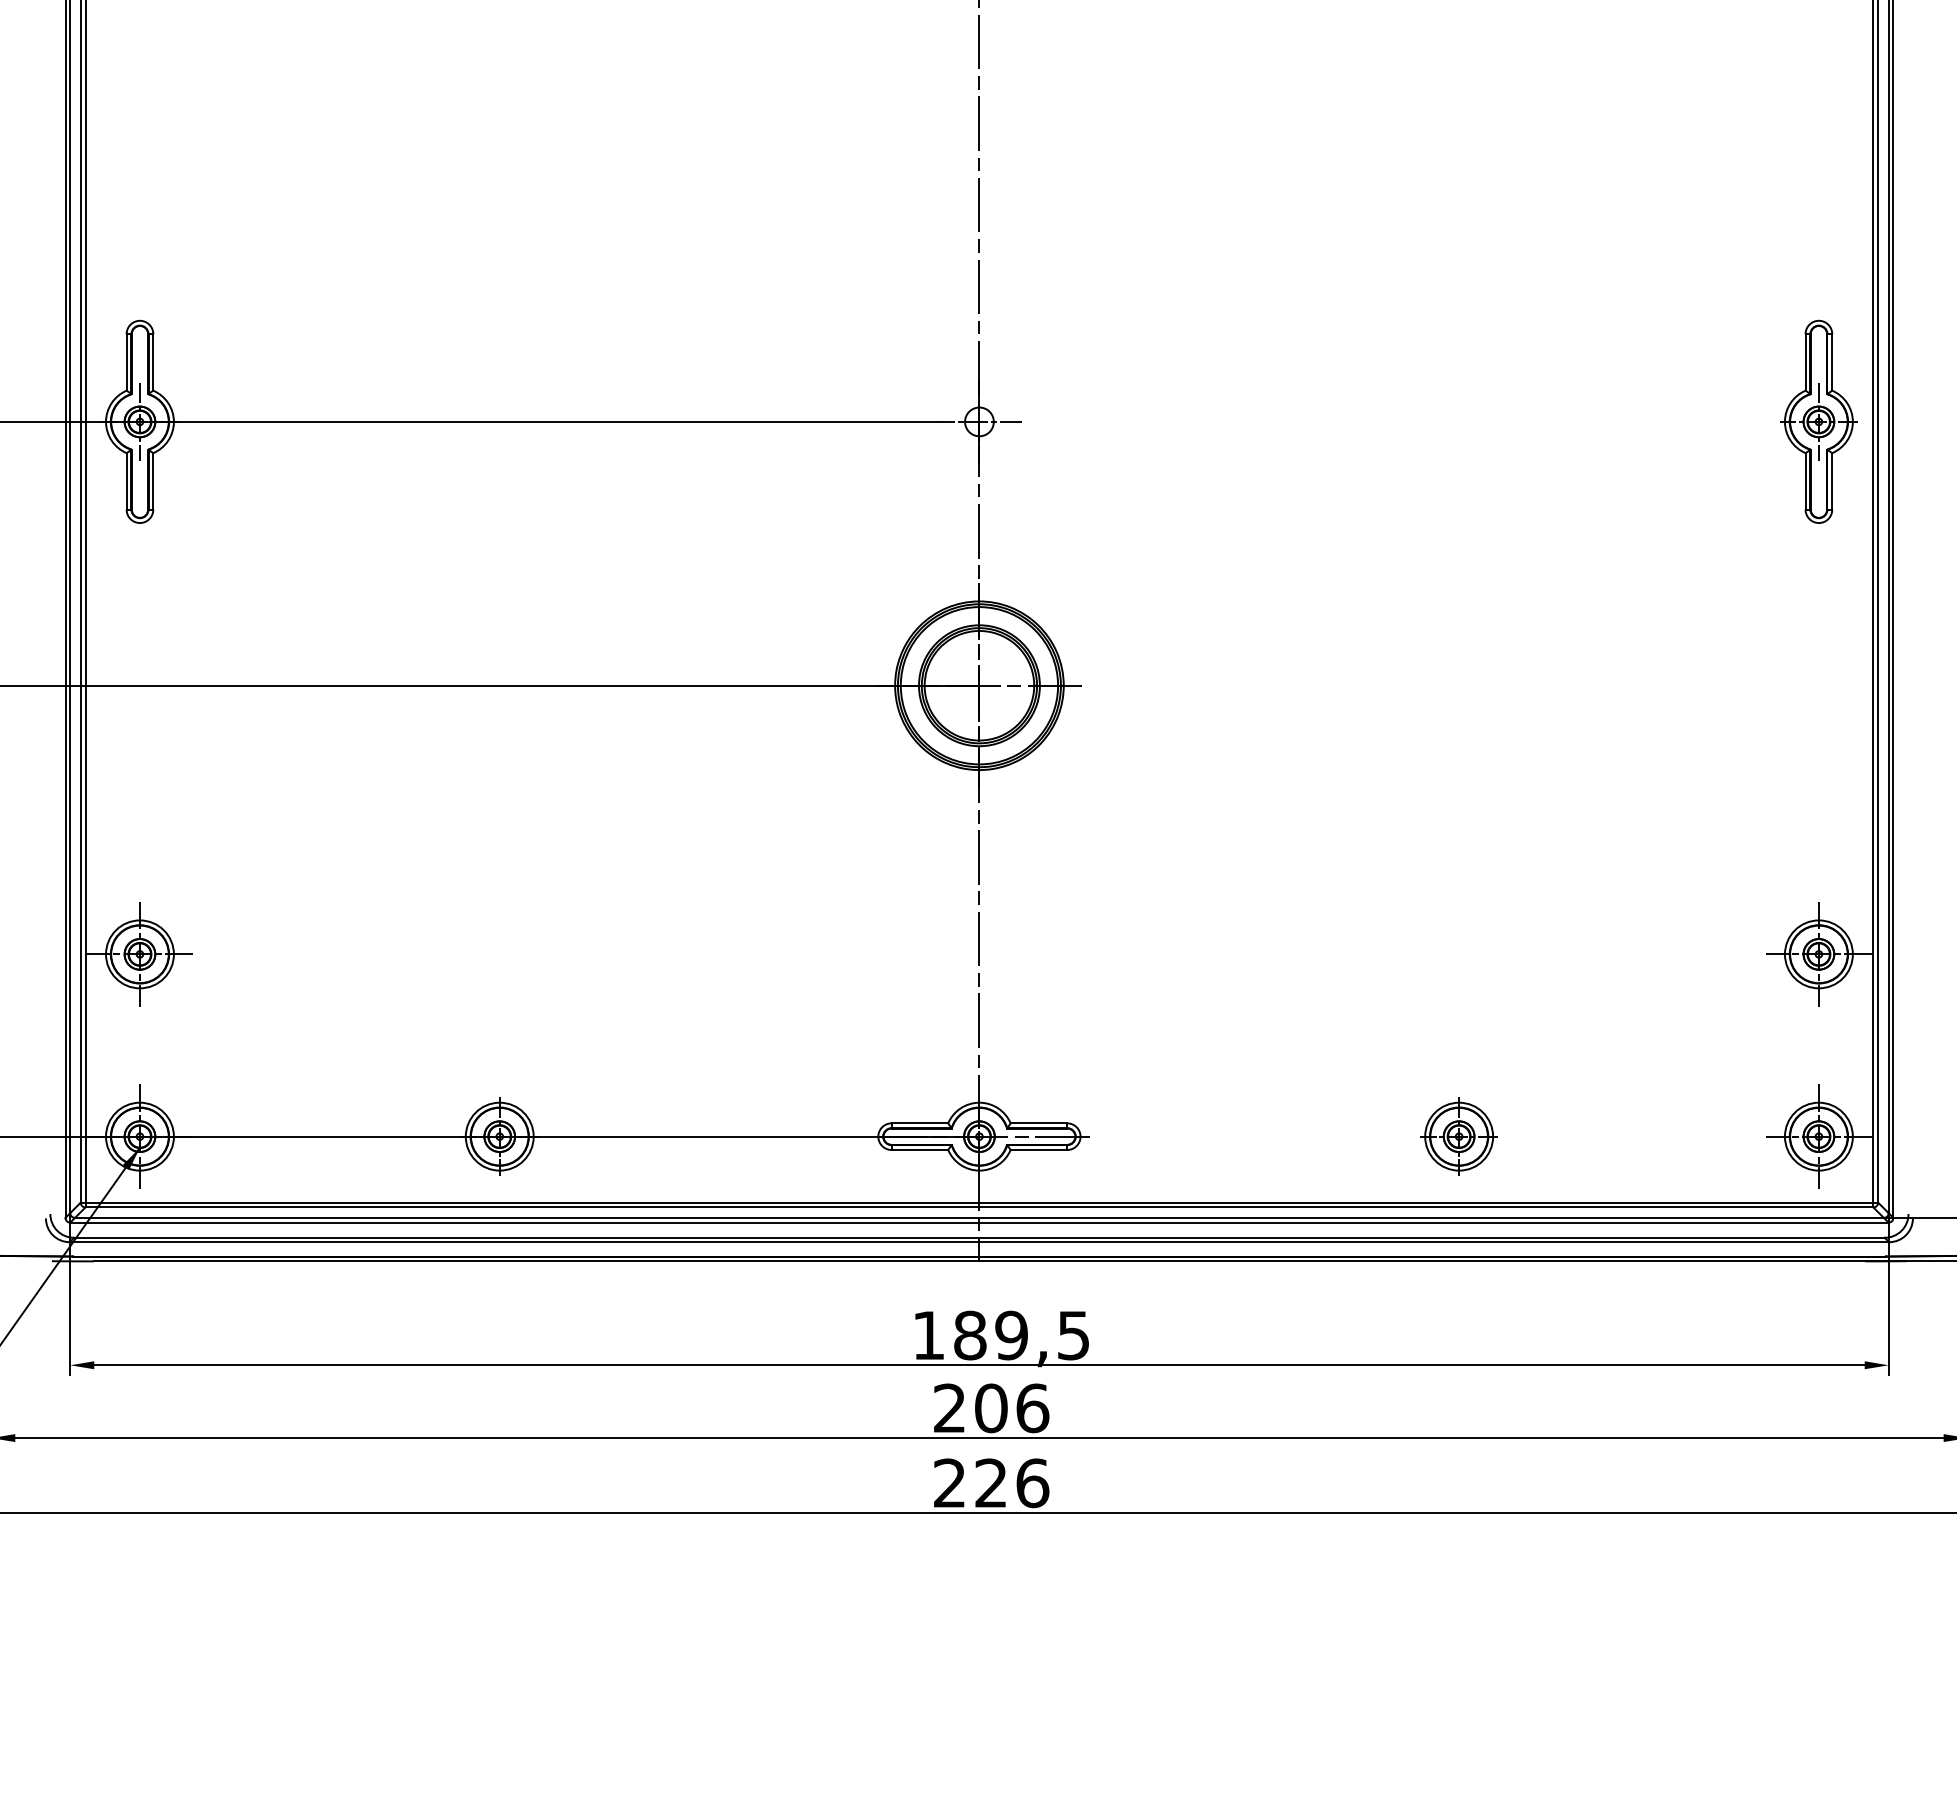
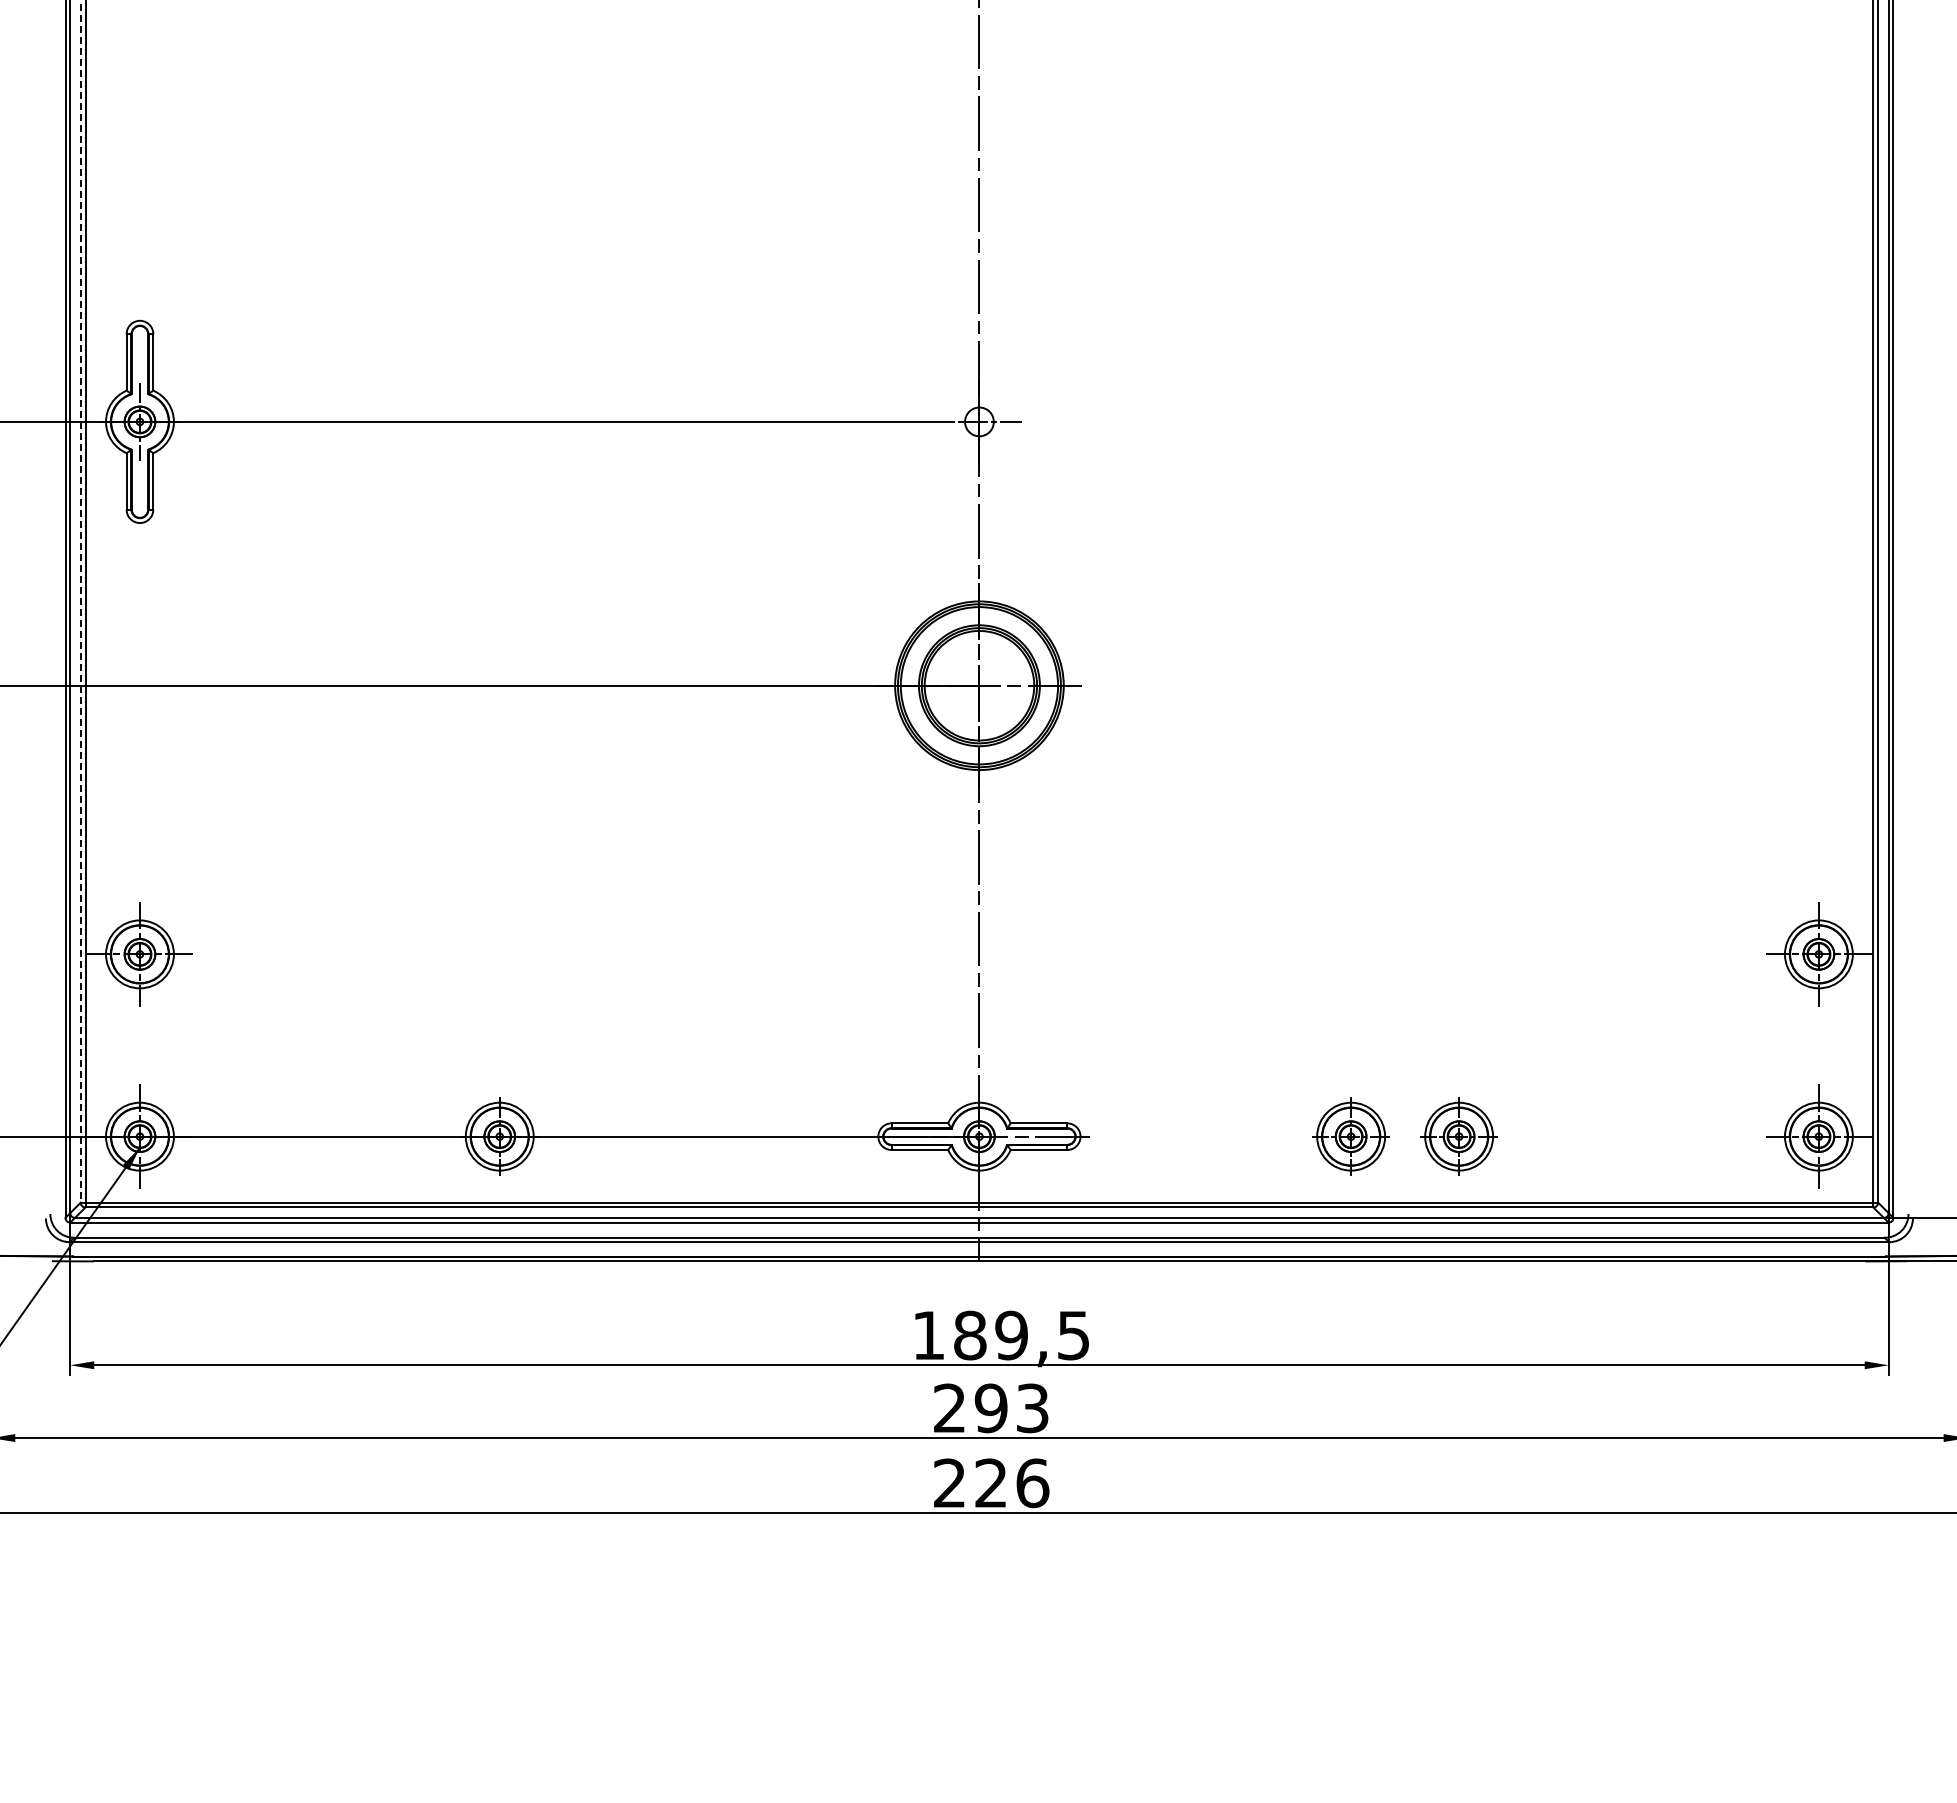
part at (1818, 421): present -> none
line at (80, 601): solid -> dashed
part at (1350, 1136): none -> present
text at (1011, 1408): 206 -> 293
